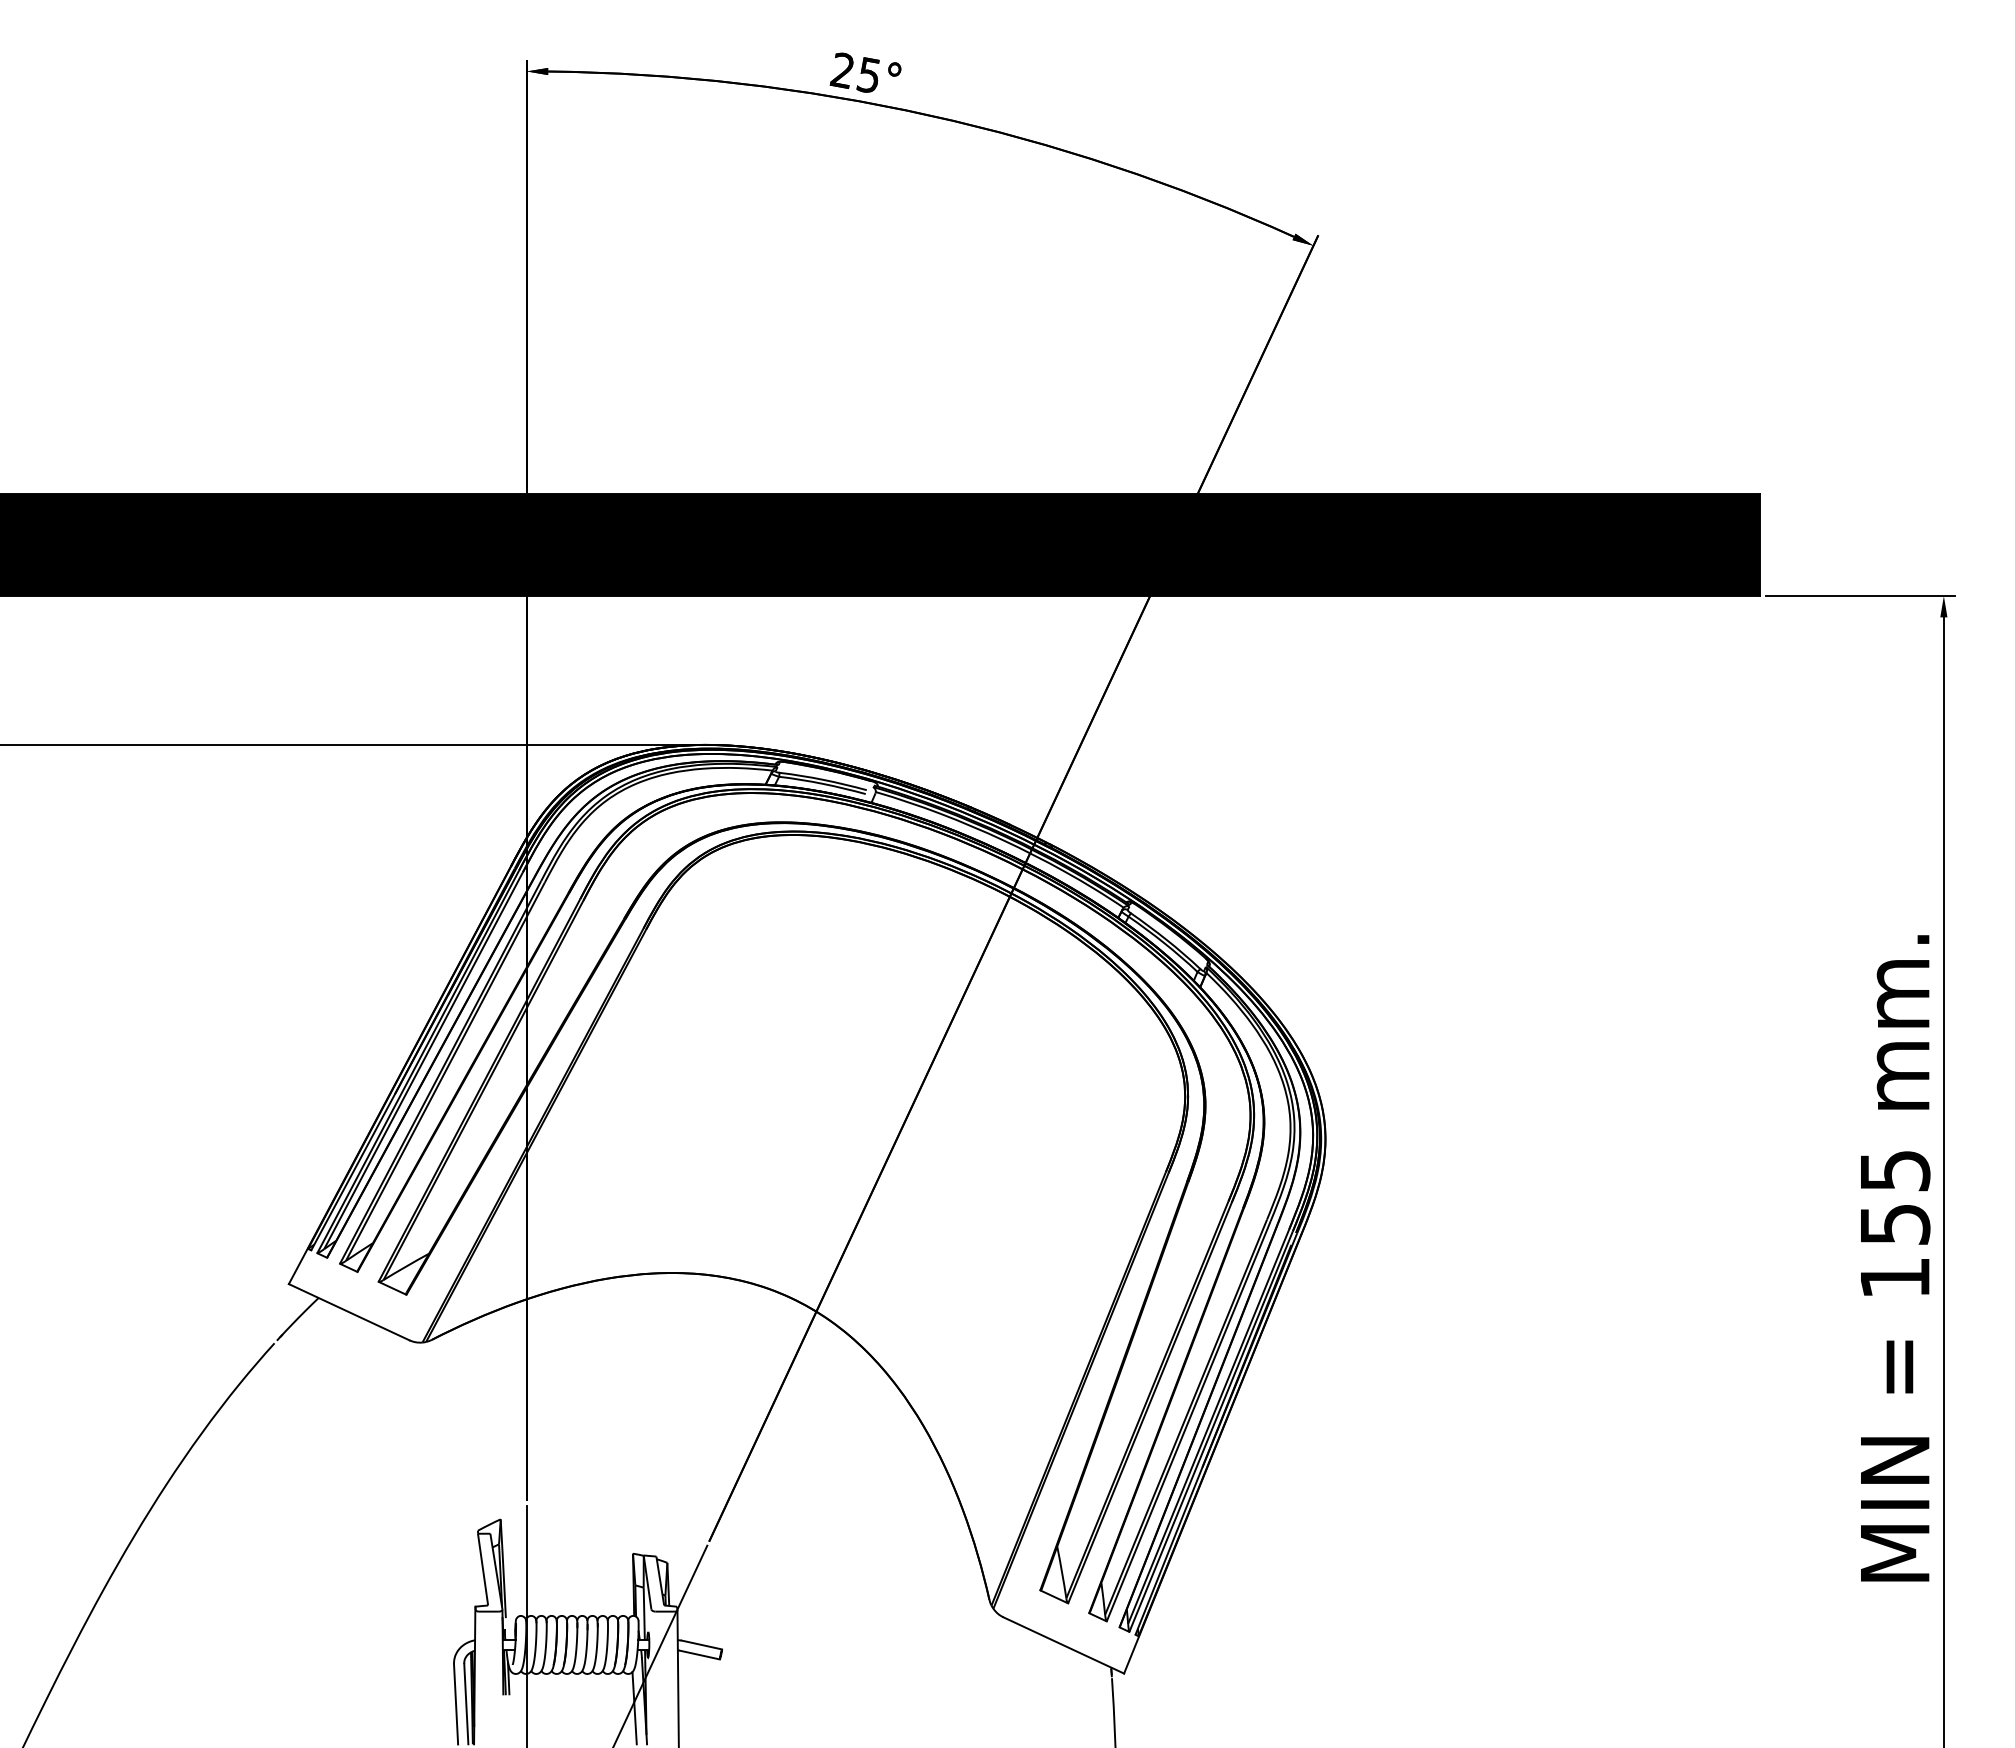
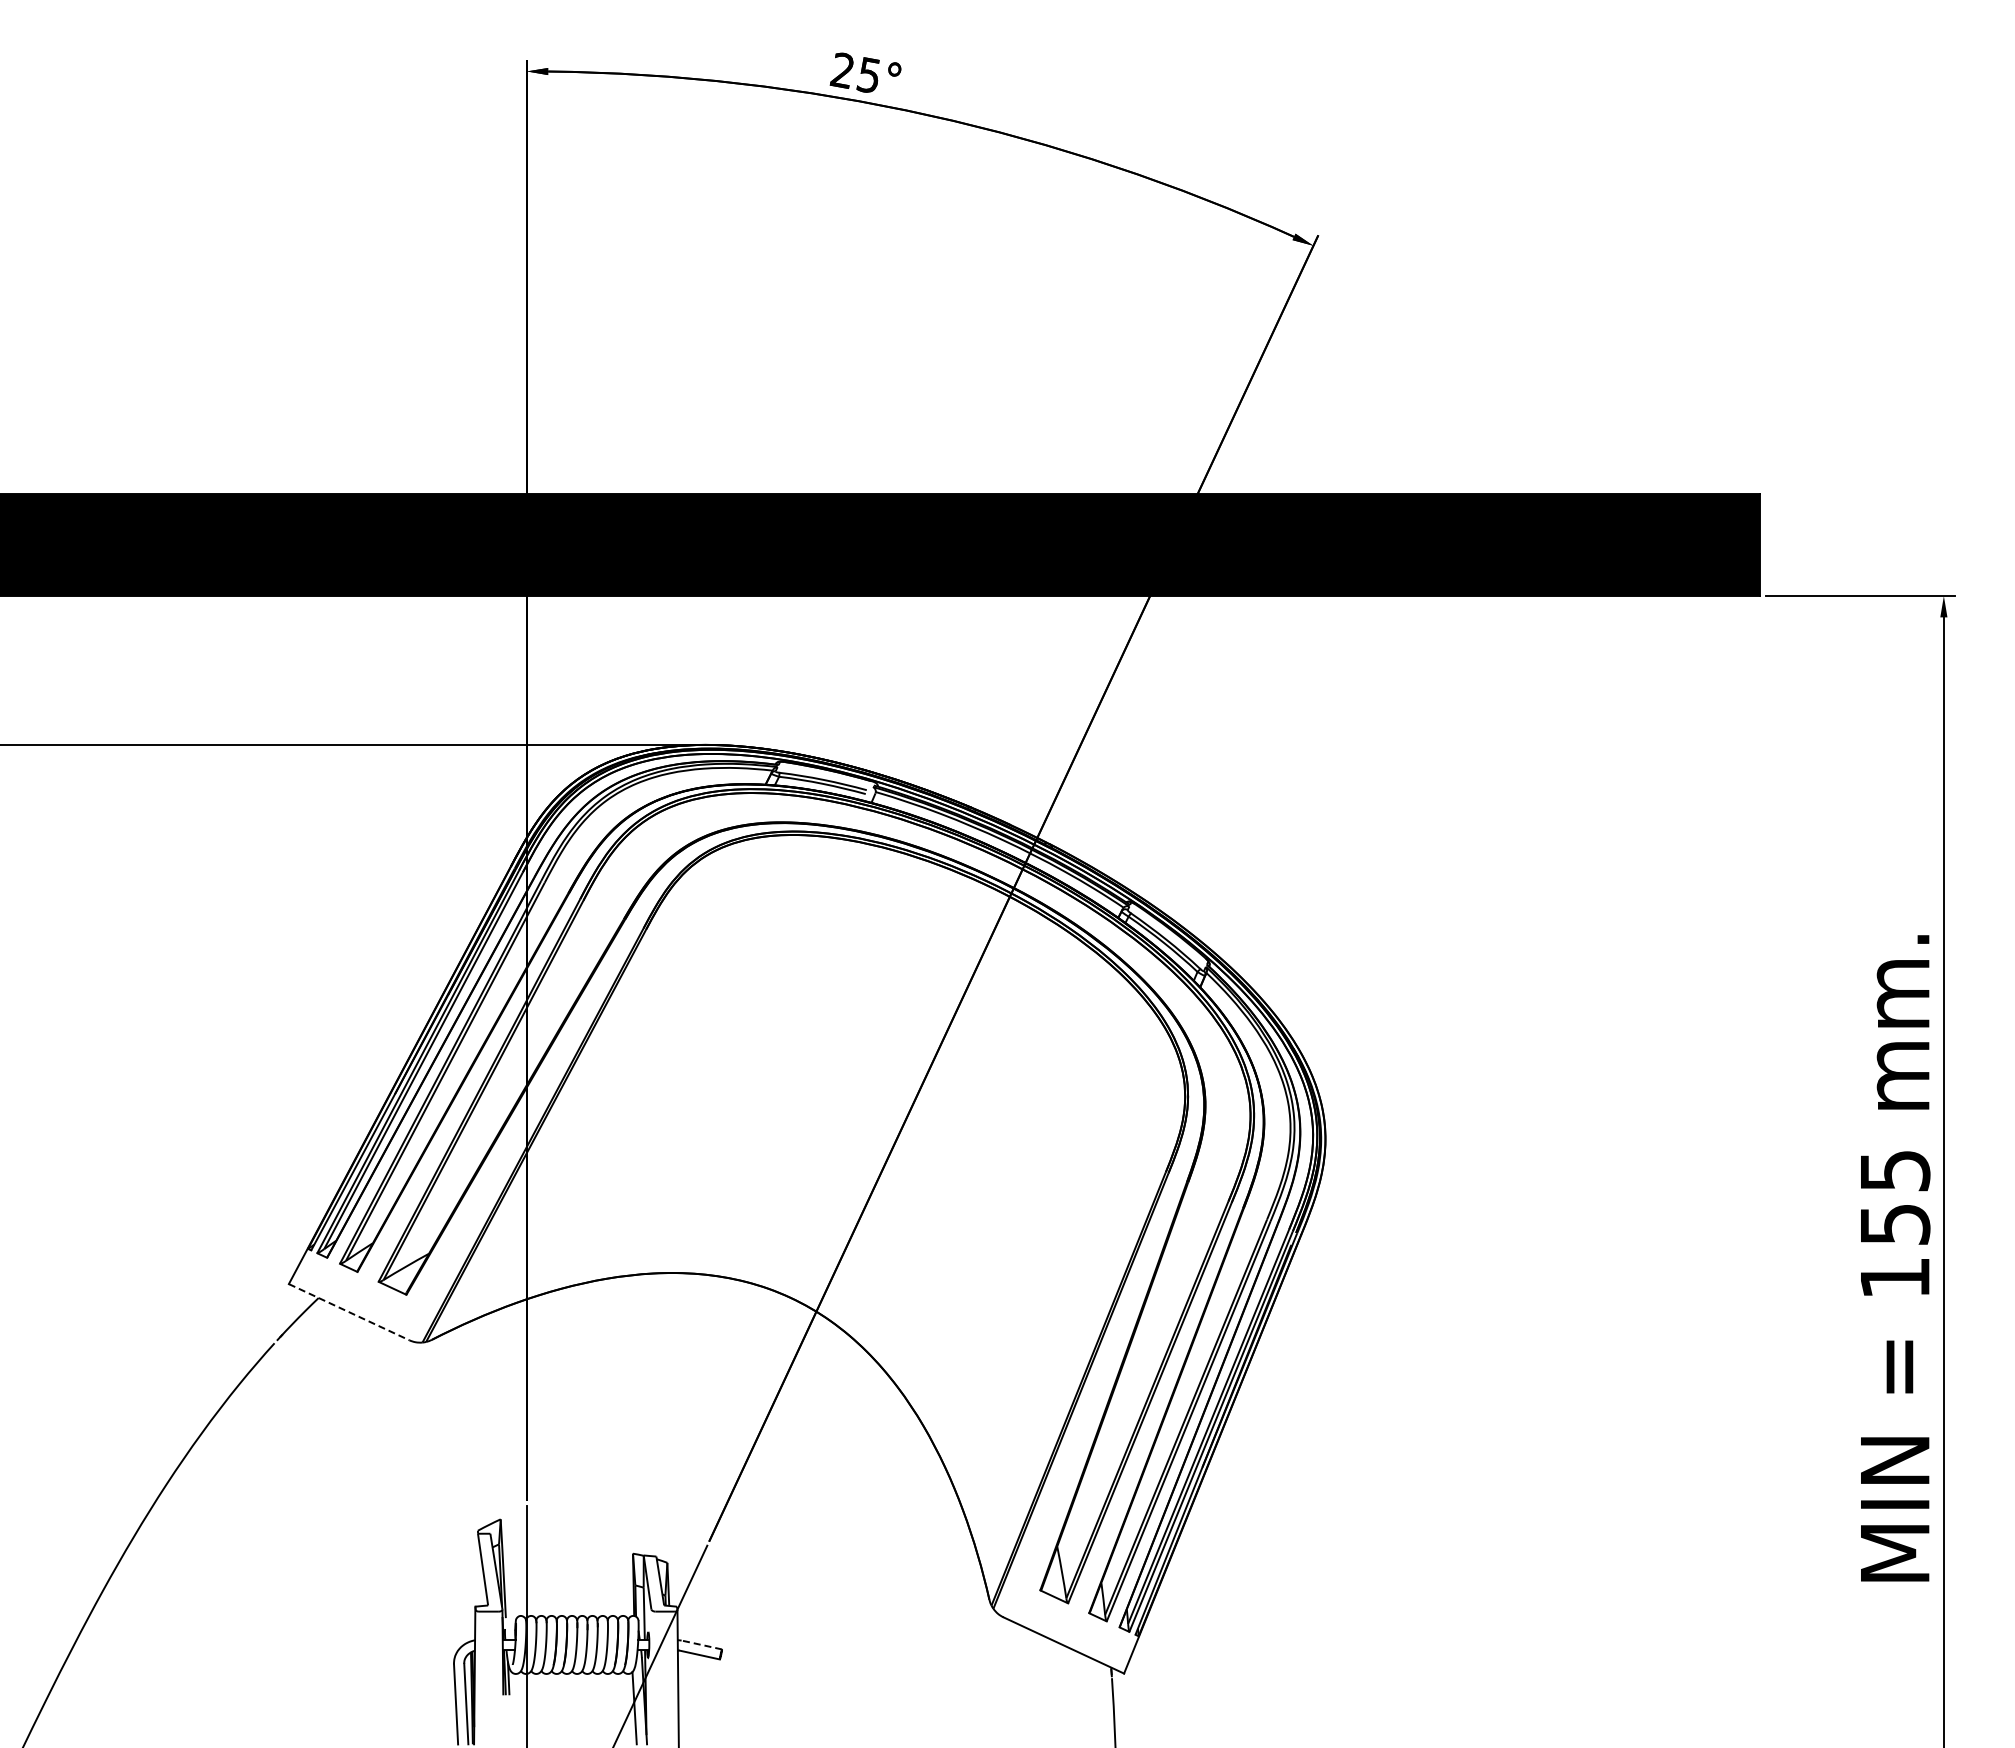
line at (349, 1312): solid -> dashed
line at (701, 1645): solid -> dashed
